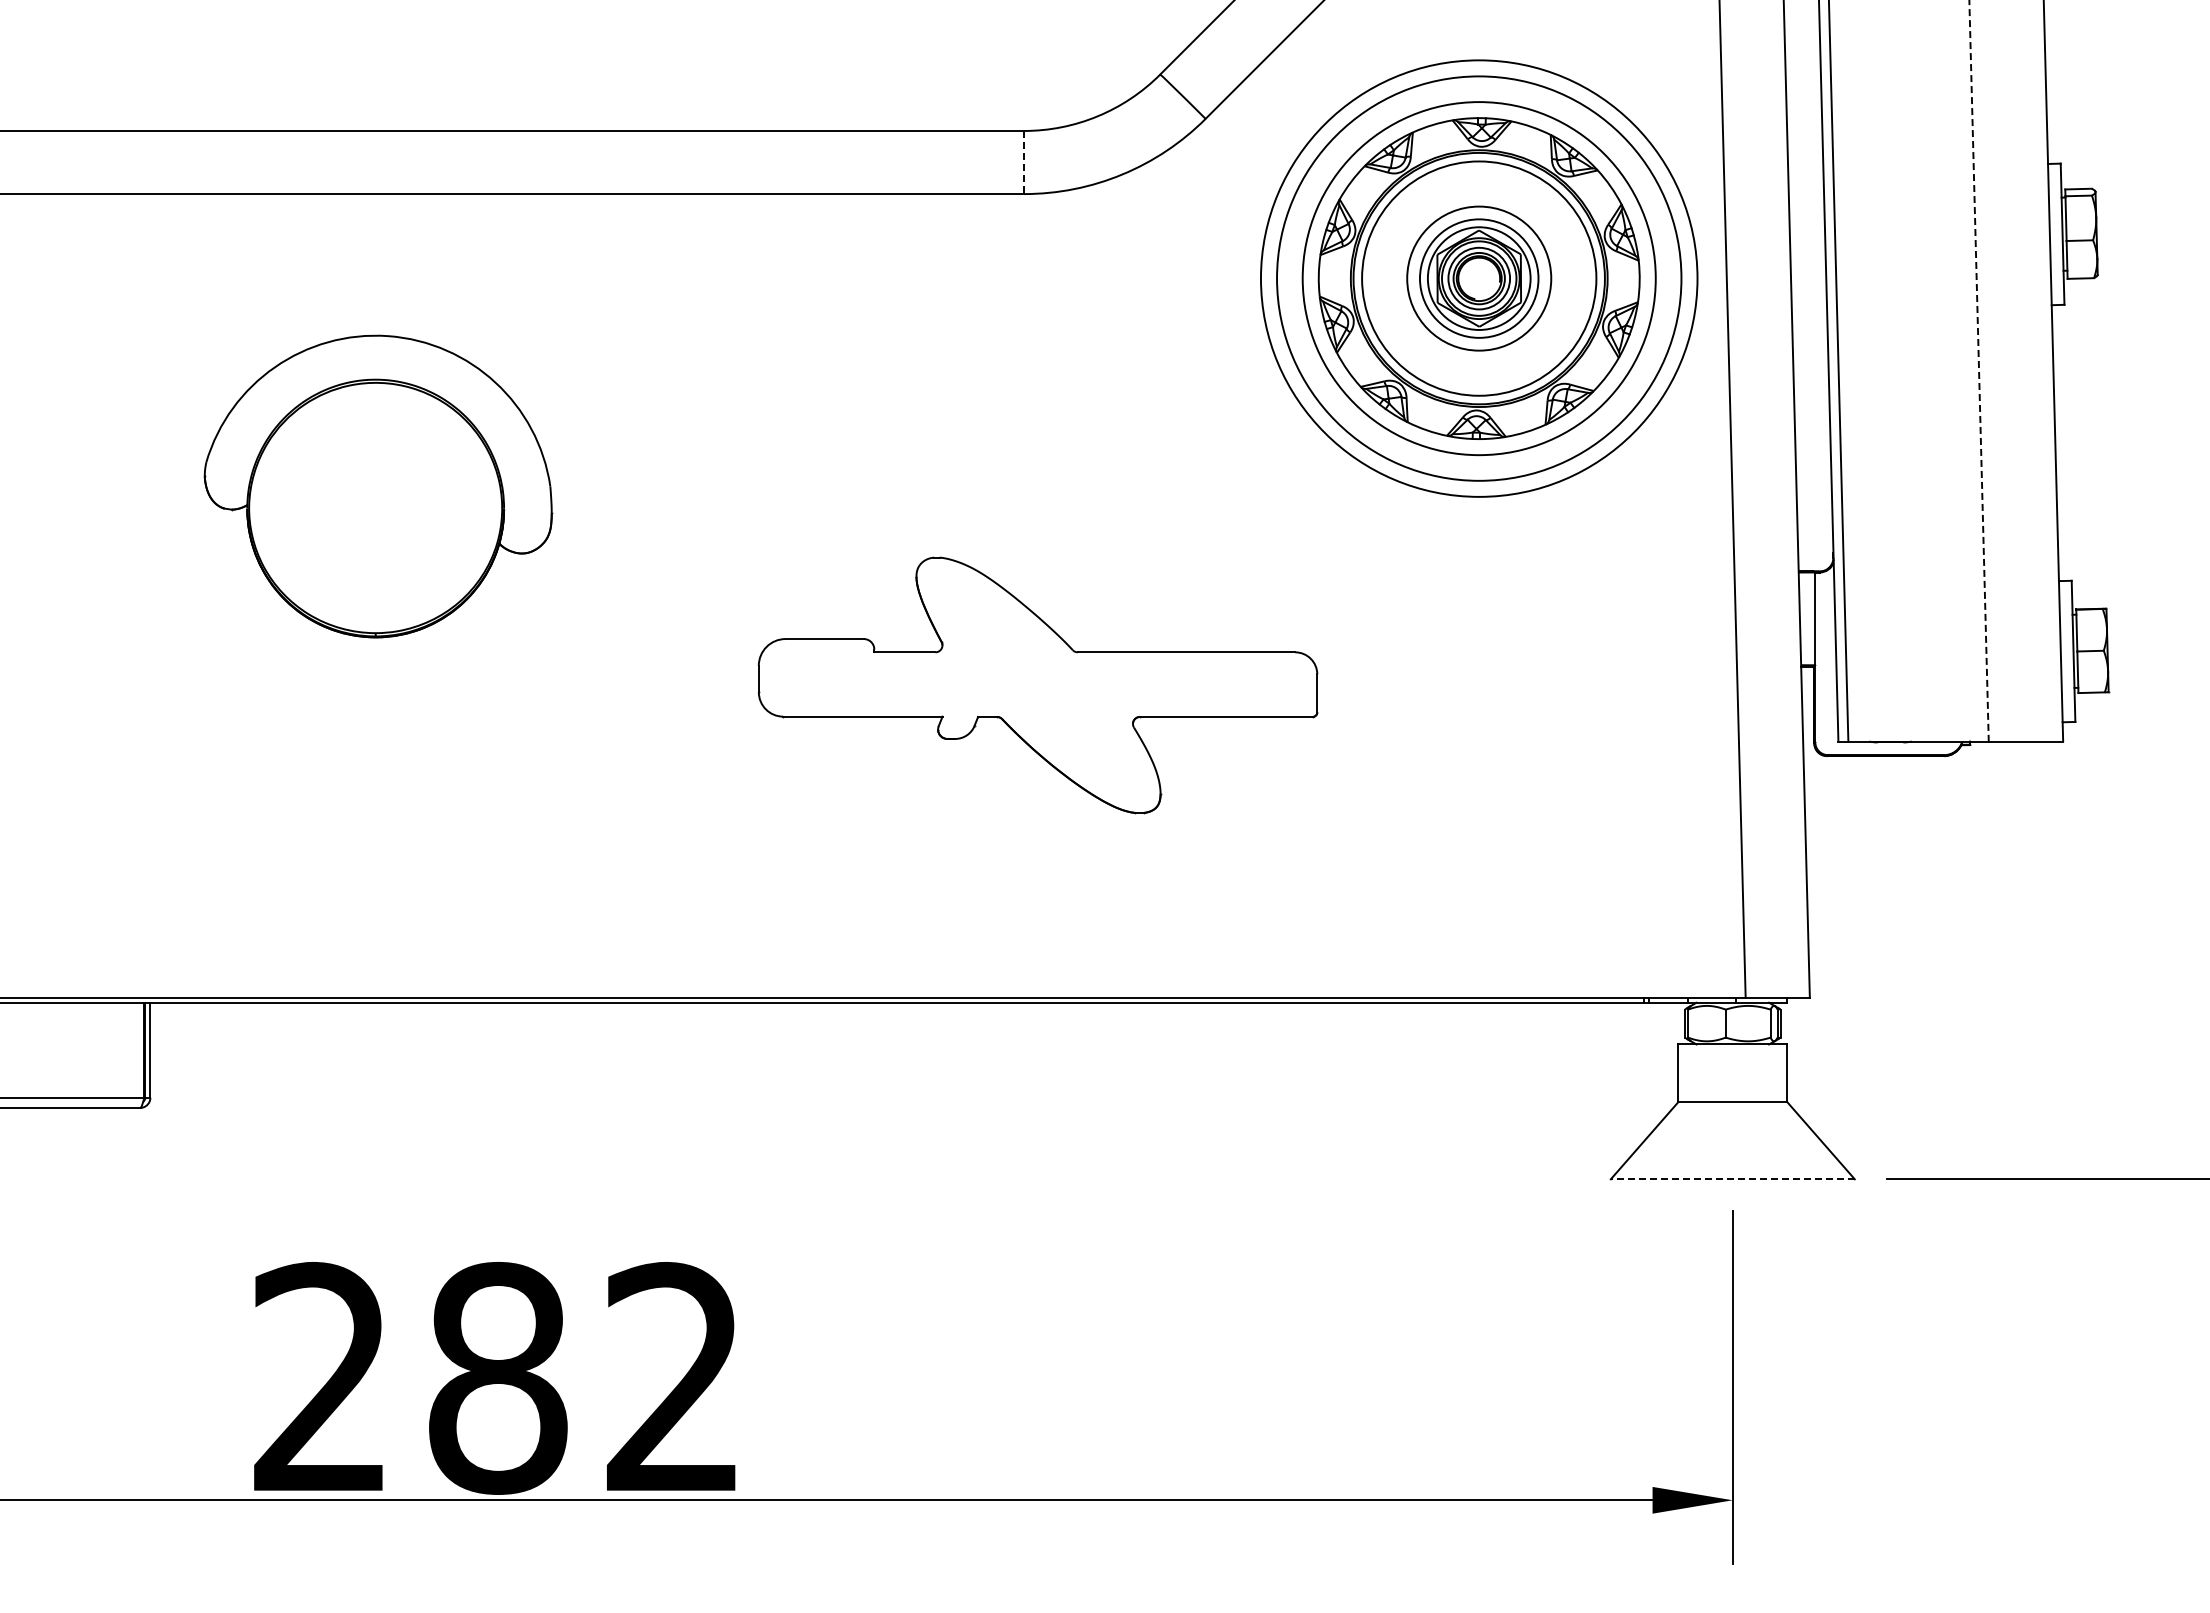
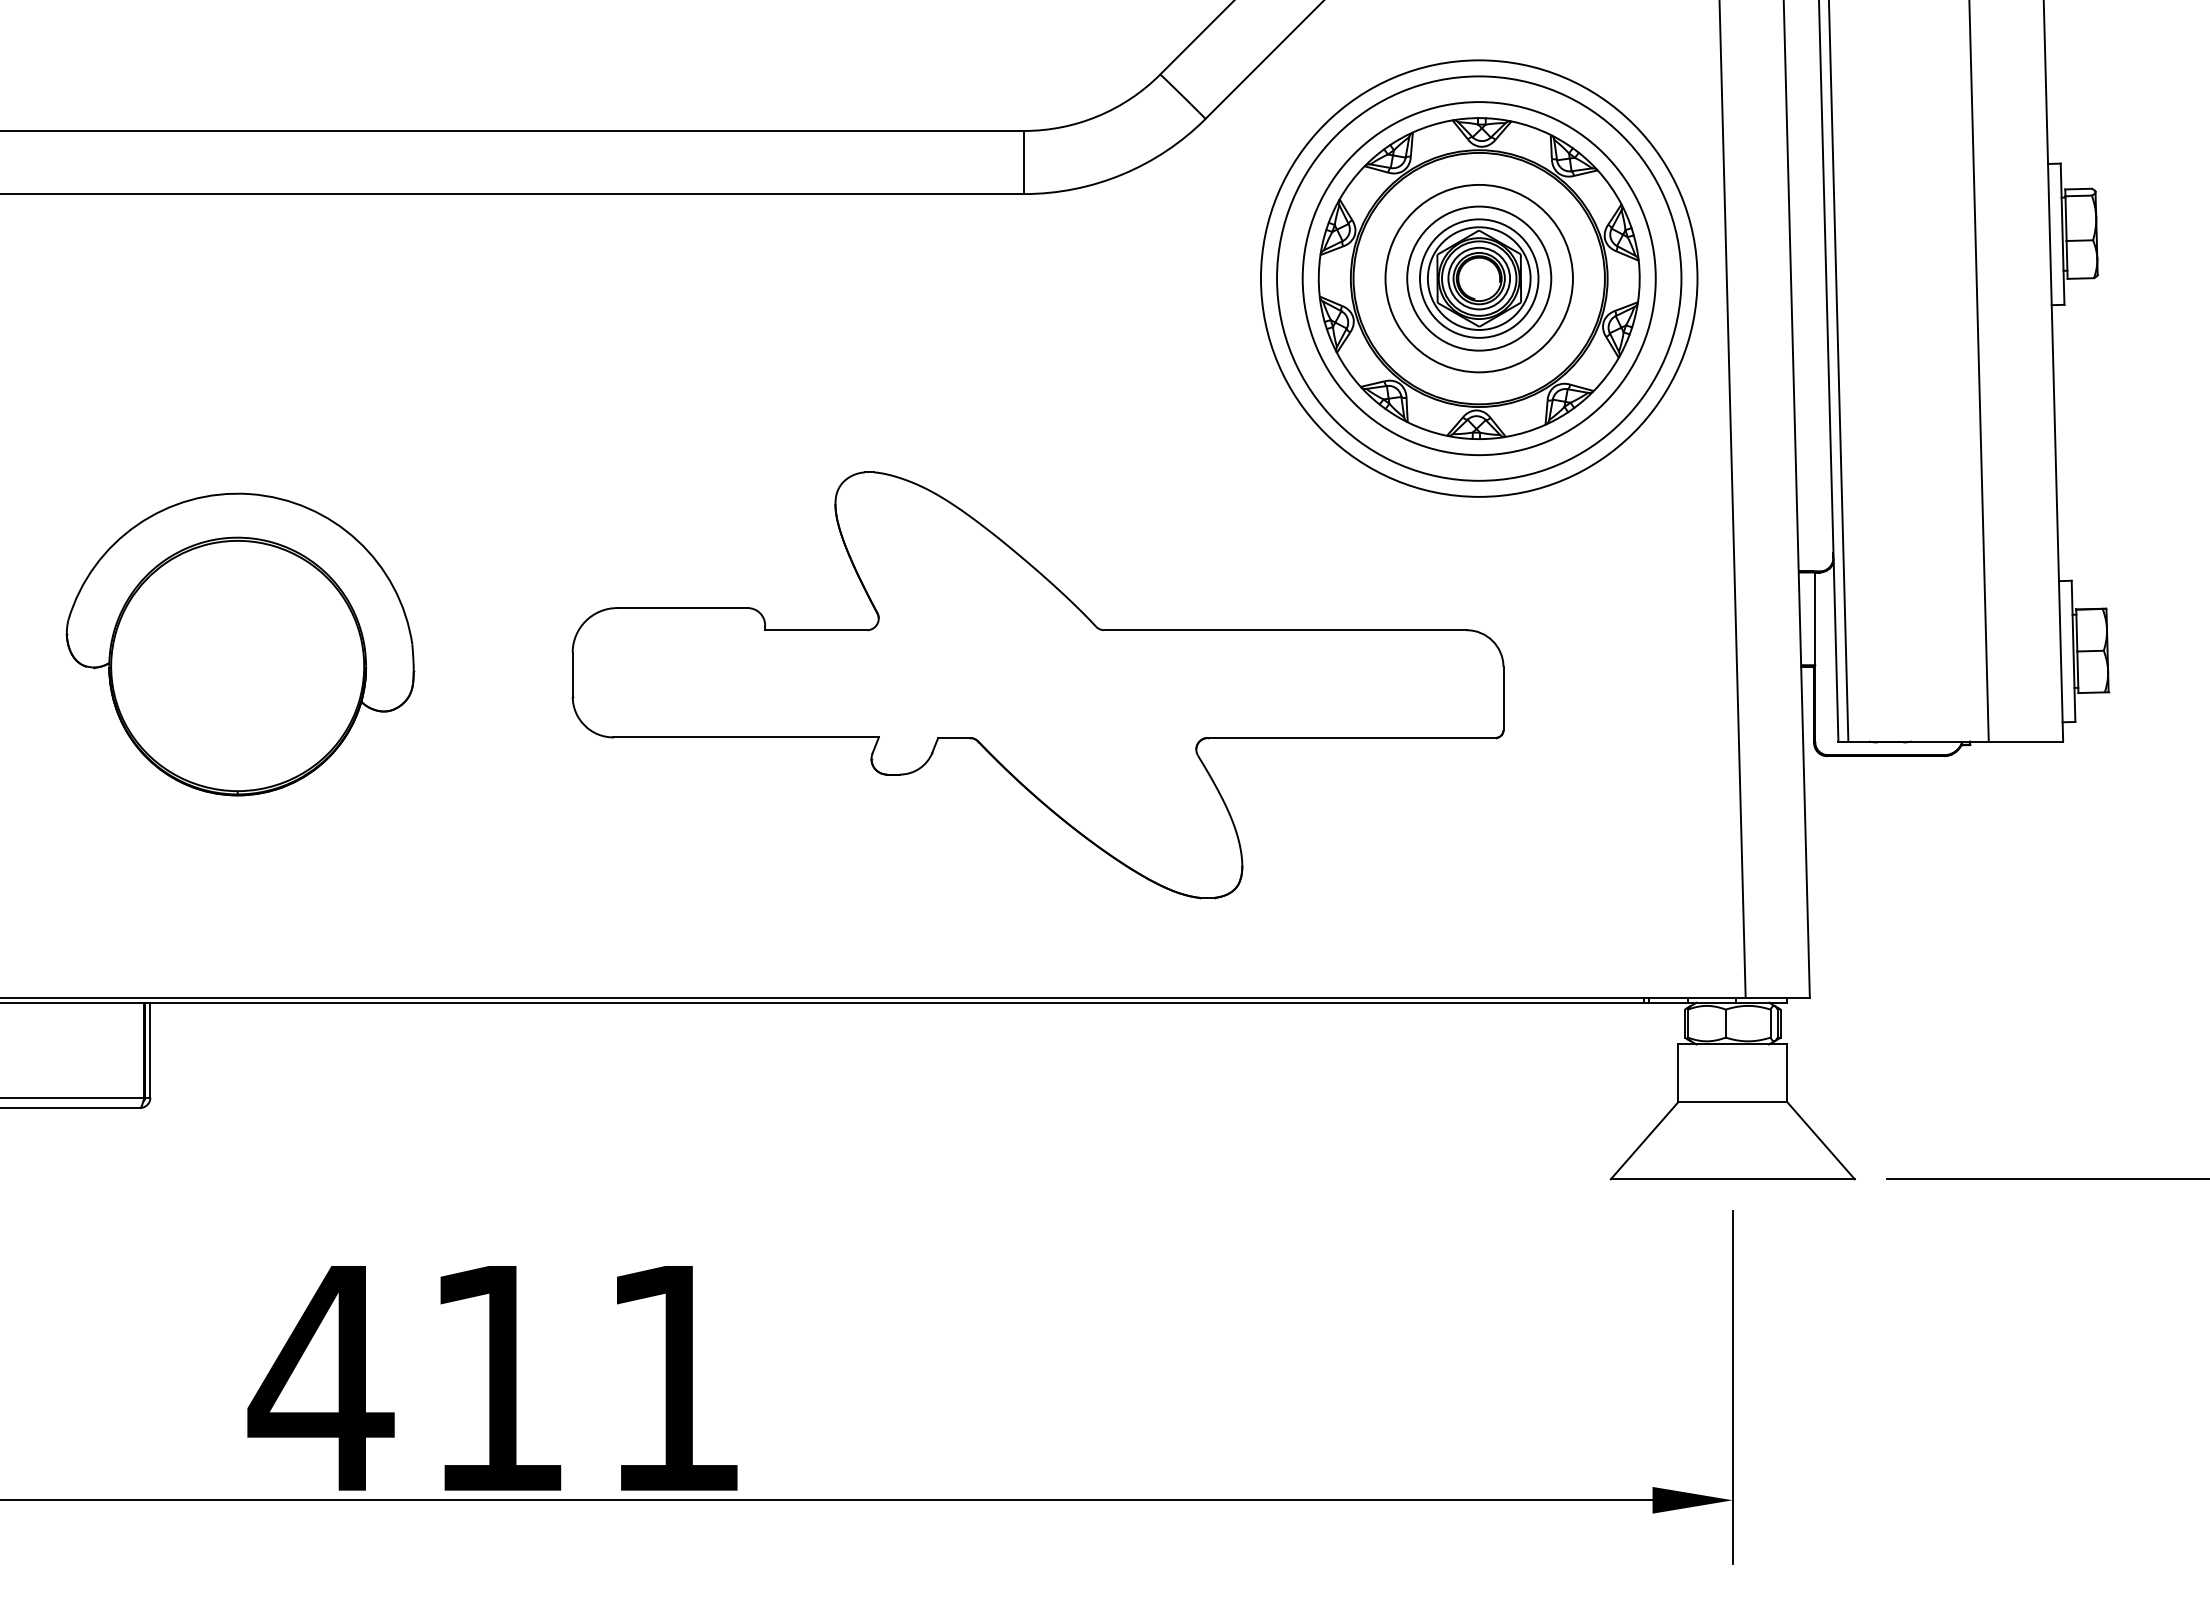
line at (1024, 162): dashed -> solid
circle at (1479, 278) diameter: 234 px -> 187 px
line at (1979, 370): dashed -> solid
part at (378, 486) position: (378, 486) -> (240, 644)
part at (1038, 685) size: 561x259 px -> 934x429 px
line at (1732, 1179): dashed -> solid
text at (492, 1377): 282 -> 411
